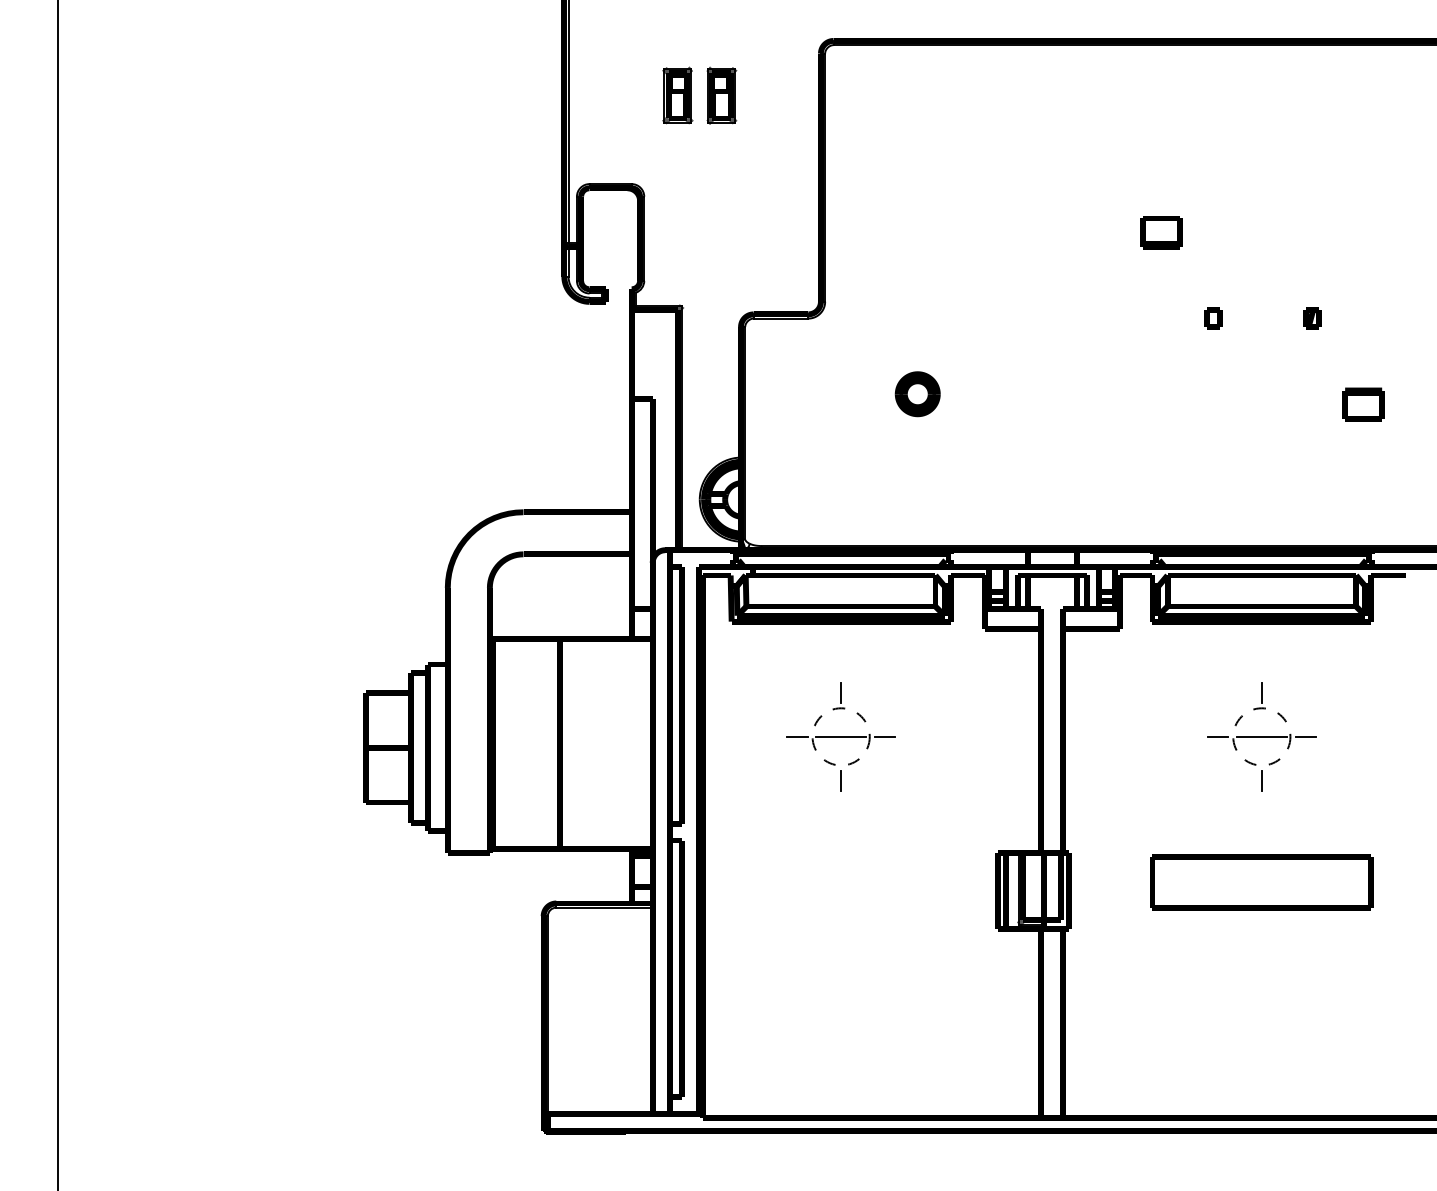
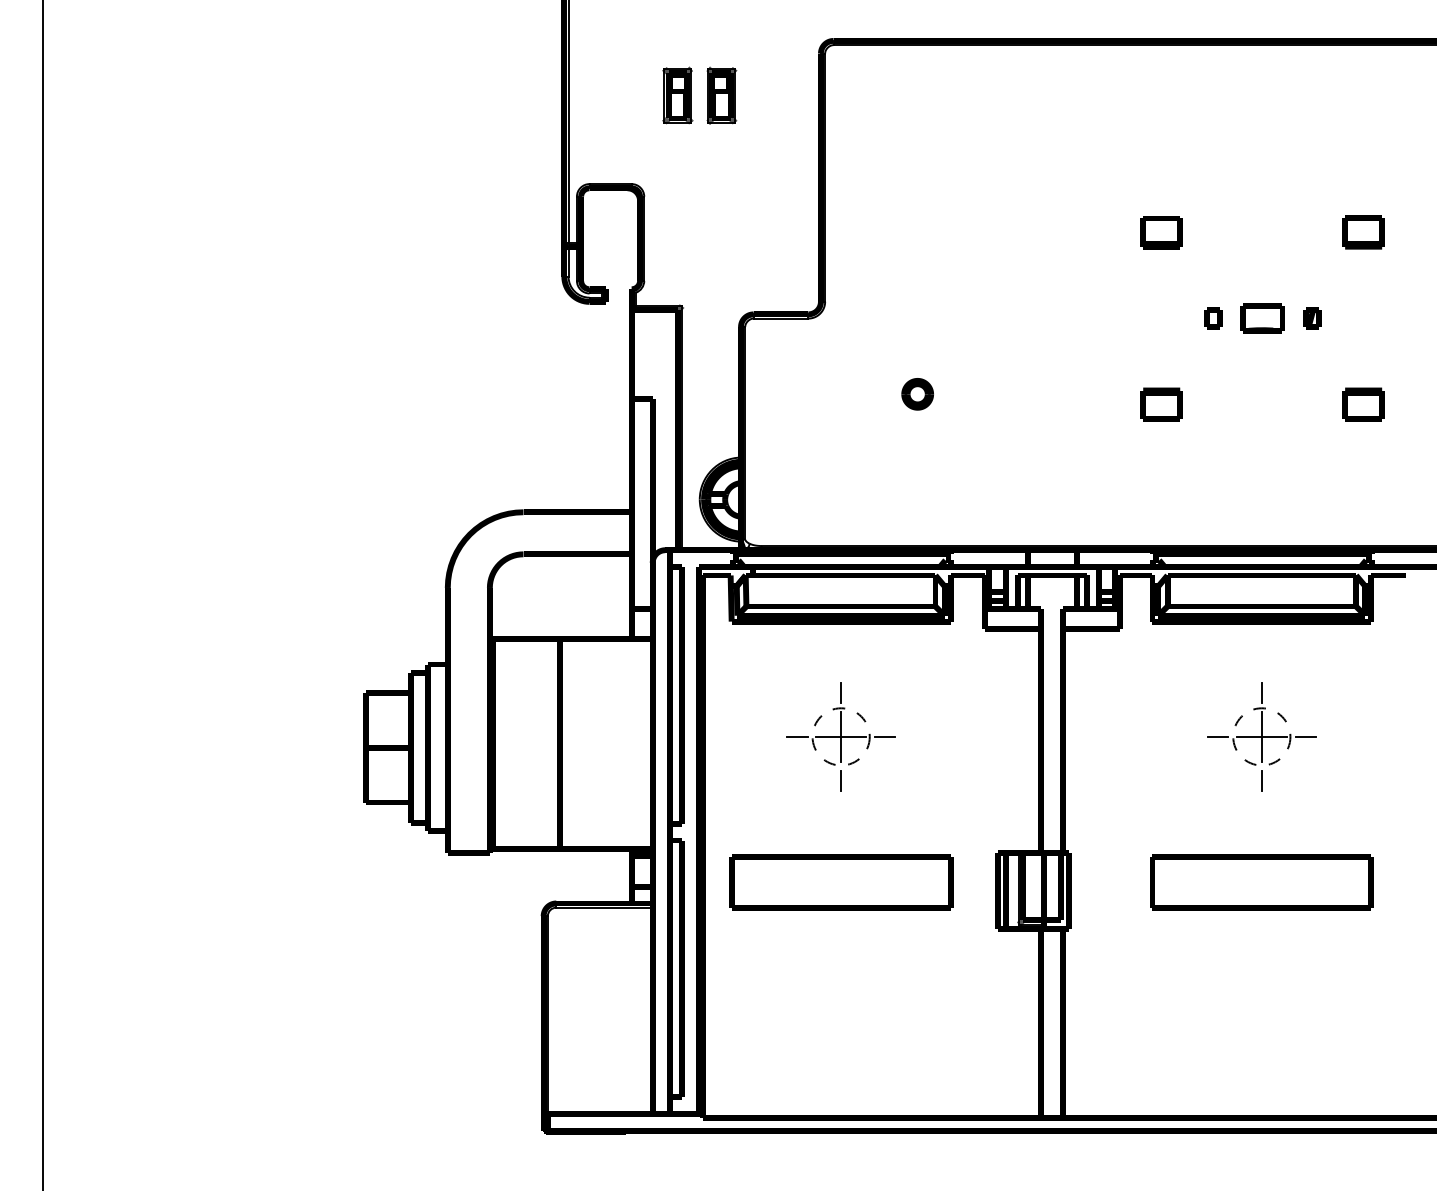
part at (1363, 232): none -> present
part at (1262, 318): none -> present
part at (917, 394) size: 47x47 px -> 33x33 px
part at (1161, 404): none -> present
line at (58, 594) position: (58, 594) -> (43, 594)
line at (841, 736): none -> present
line at (1261, 736): none -> present
part at (841, 882): none -> present
